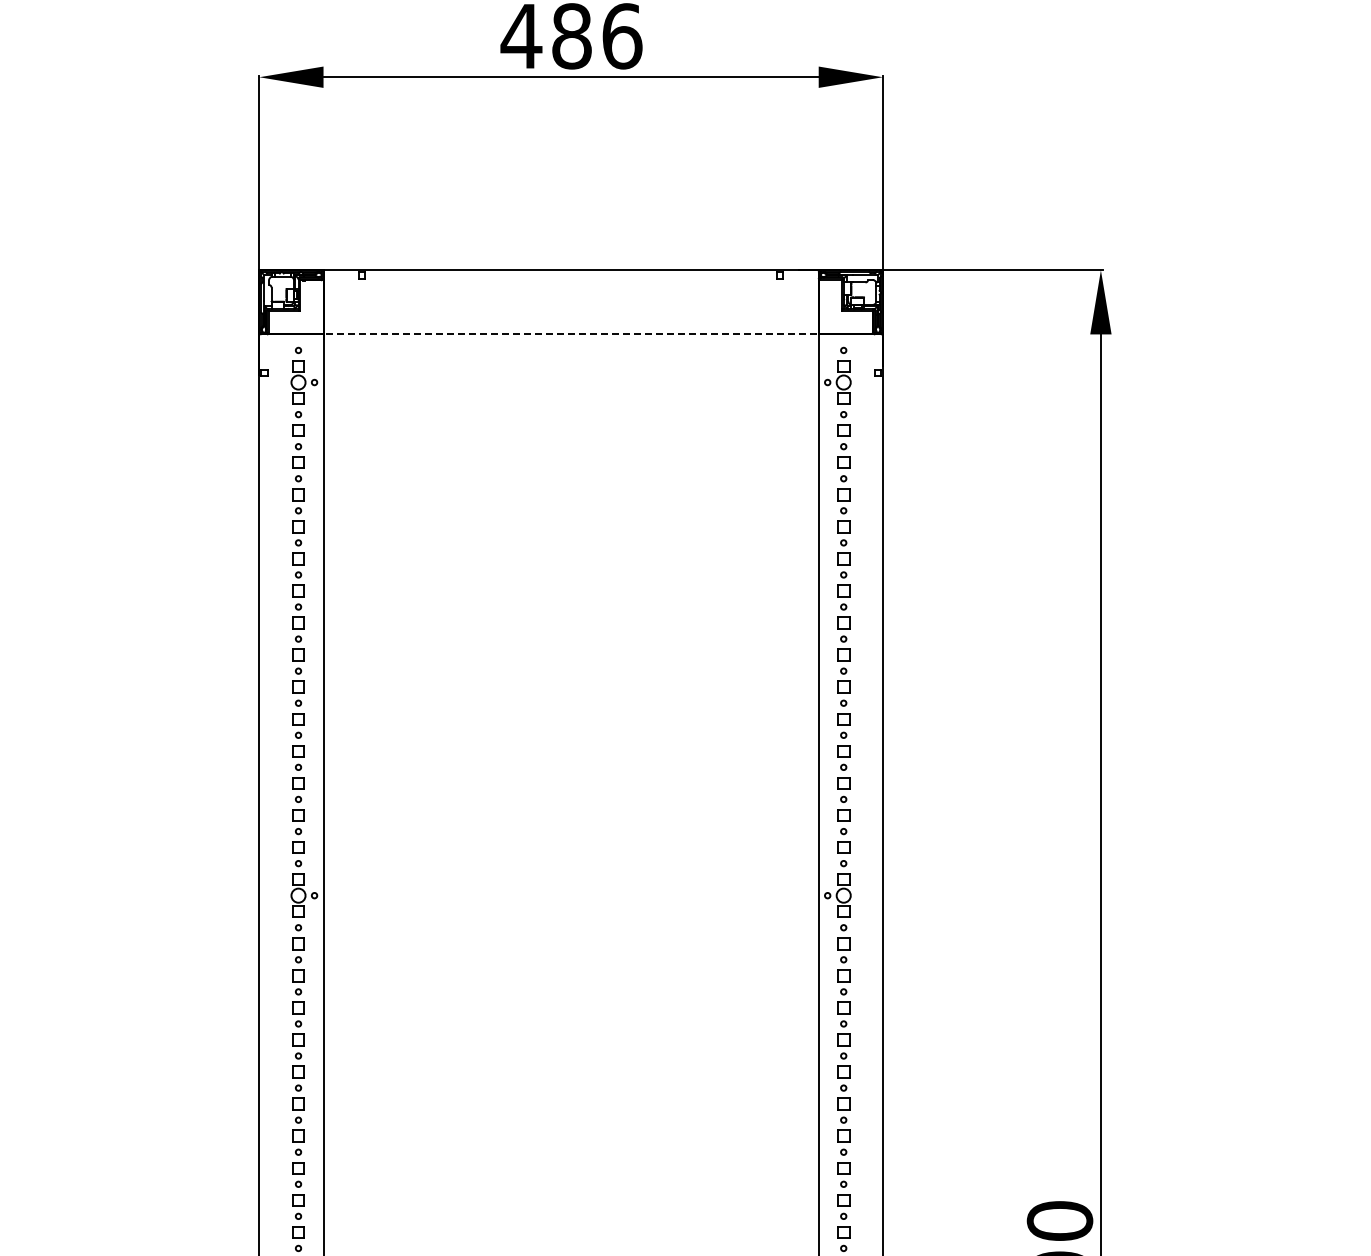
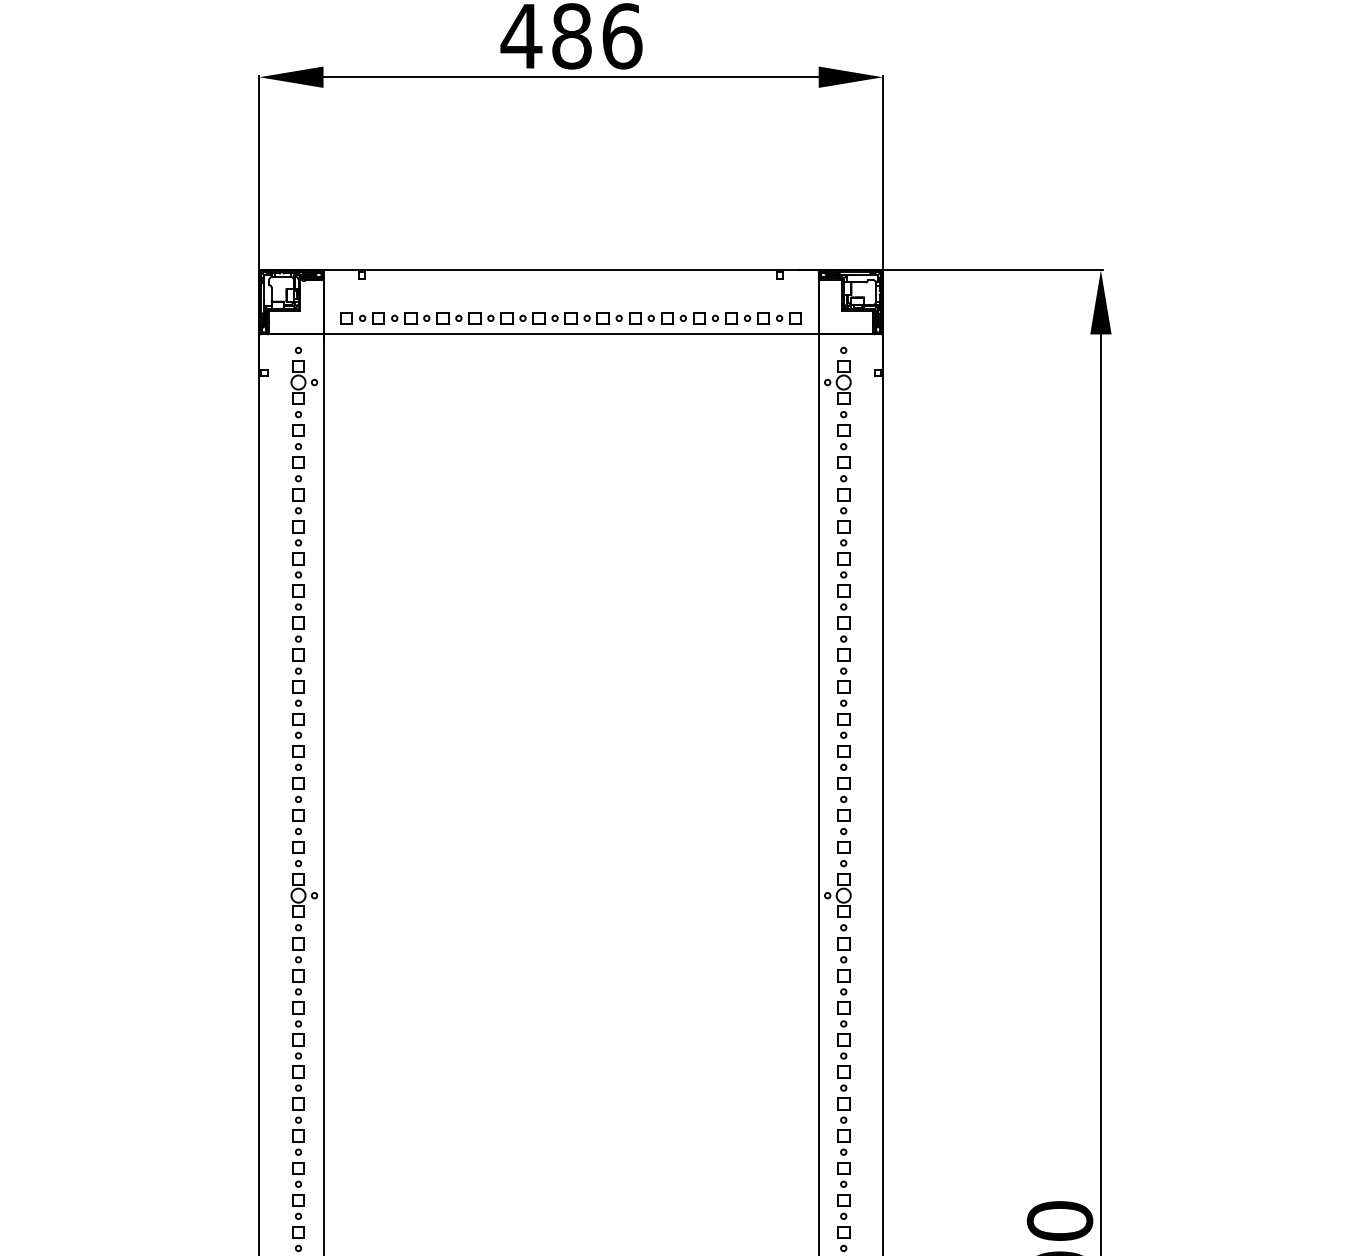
part at (570, 318): none -> present
line at (603, 334): dashed -> solid
